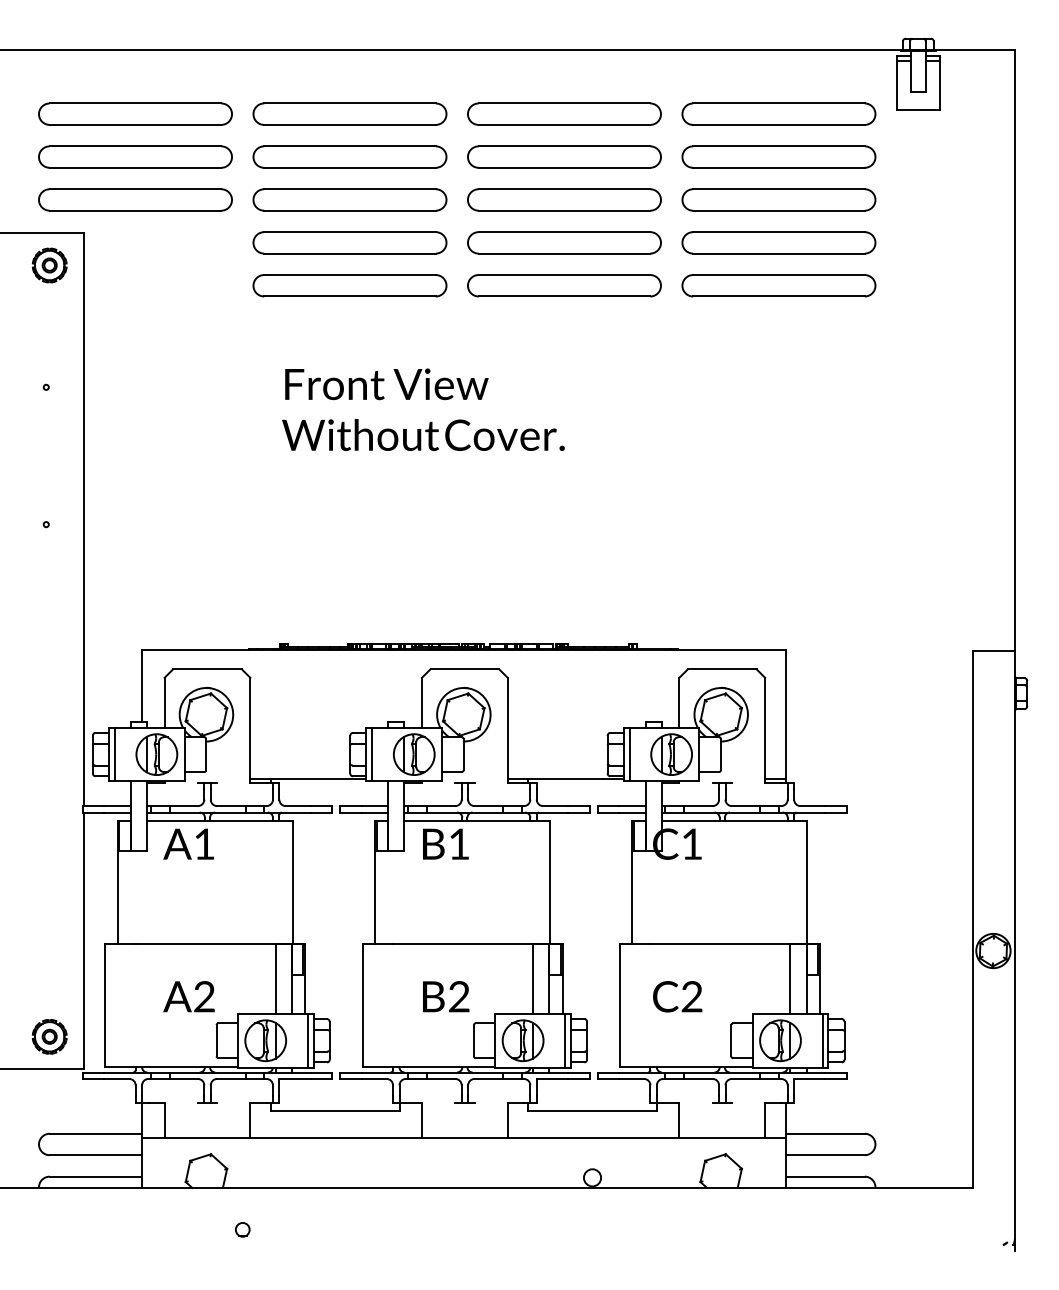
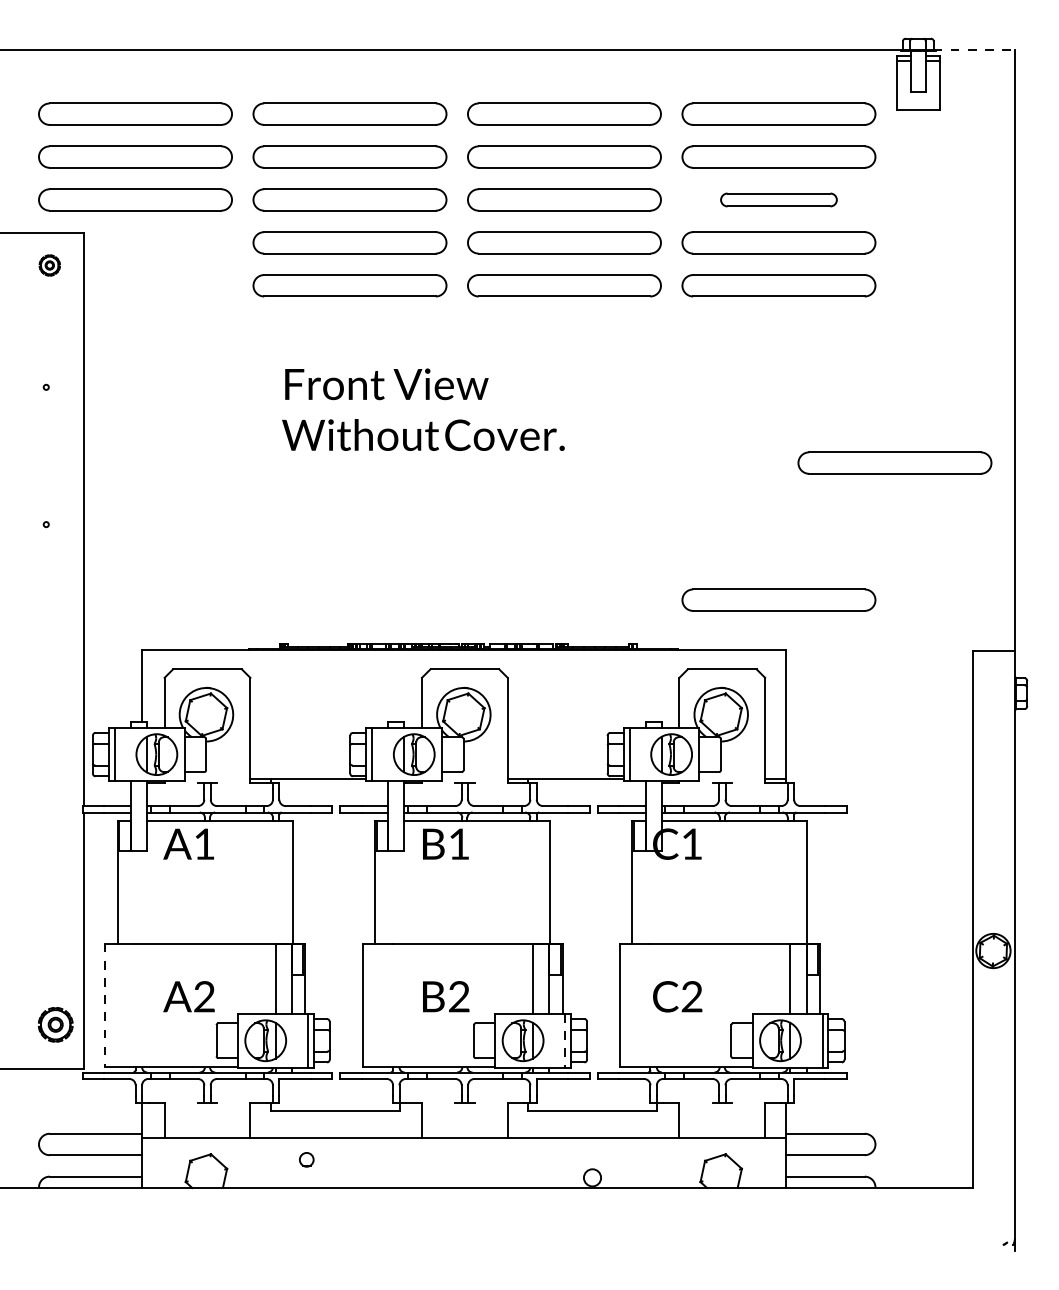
line at (974, 50): solid -> dashed
part at (778, 199) size: 196x24 px -> 118x16 px
part at (49, 265) size: 36x37 px -> 23x23 px
part at (894, 462): none -> present
part at (778, 599): none -> present
line at (105, 1005): solid -> dashed
part at (49, 1036) position: (49, 1036) -> (55, 1024)
line at (565, 1040): solid -> dashed
circle at (242, 1229) position: (242, 1229) -> (306, 1159)
